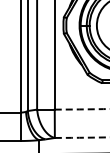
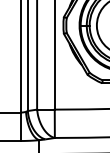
arc at (83, 109): dashed -> solid
arc at (82, 137): dashed -> solid
